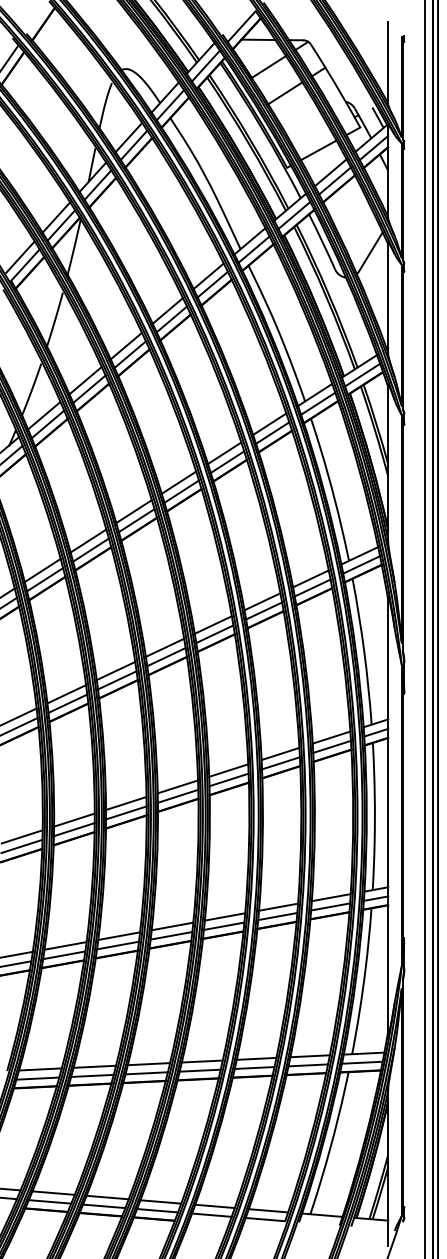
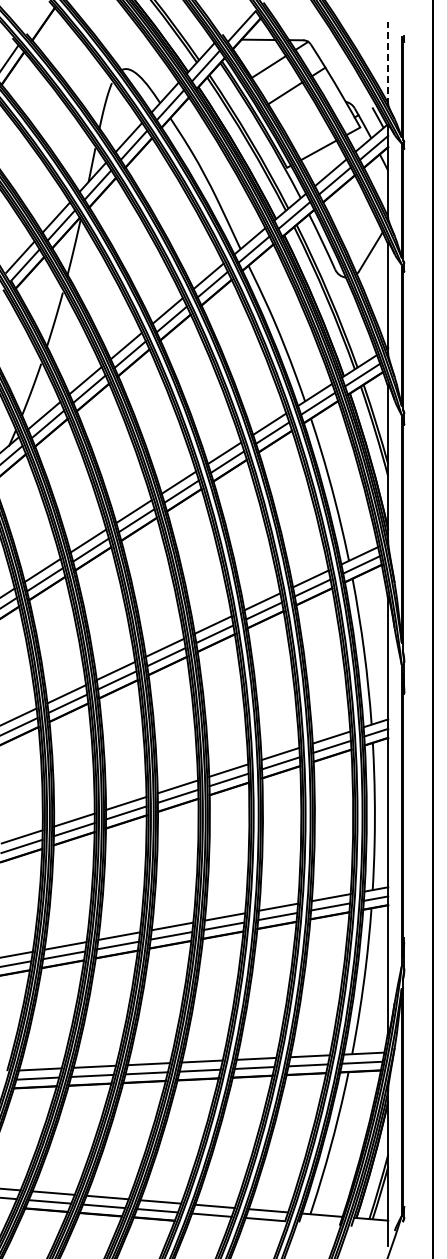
line at (388, 62): solid -> dashed
line at (425, 628): present -> none
line at (437, 628): present -> none
